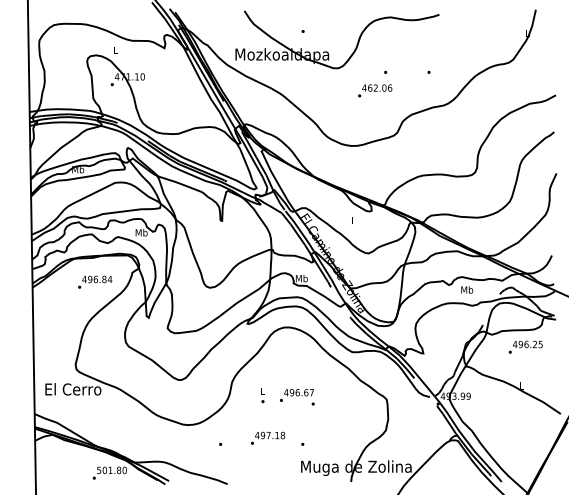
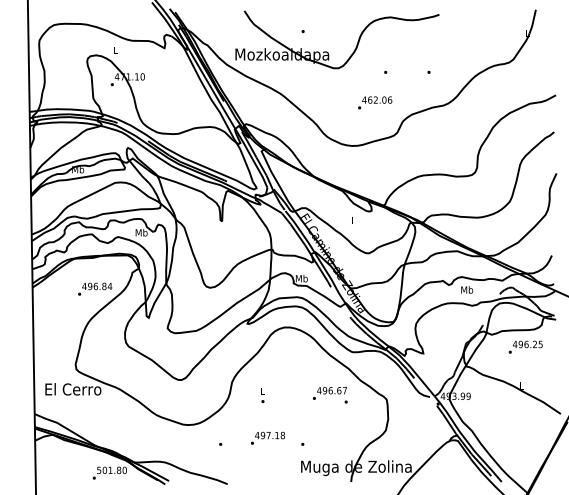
text at (375, 90) position: (375, 90) -> (375, 102)
text at (95, 281) position: (95, 281) -> (95, 288)
text at (297, 397) position: (297, 397) -> (330, 395)
